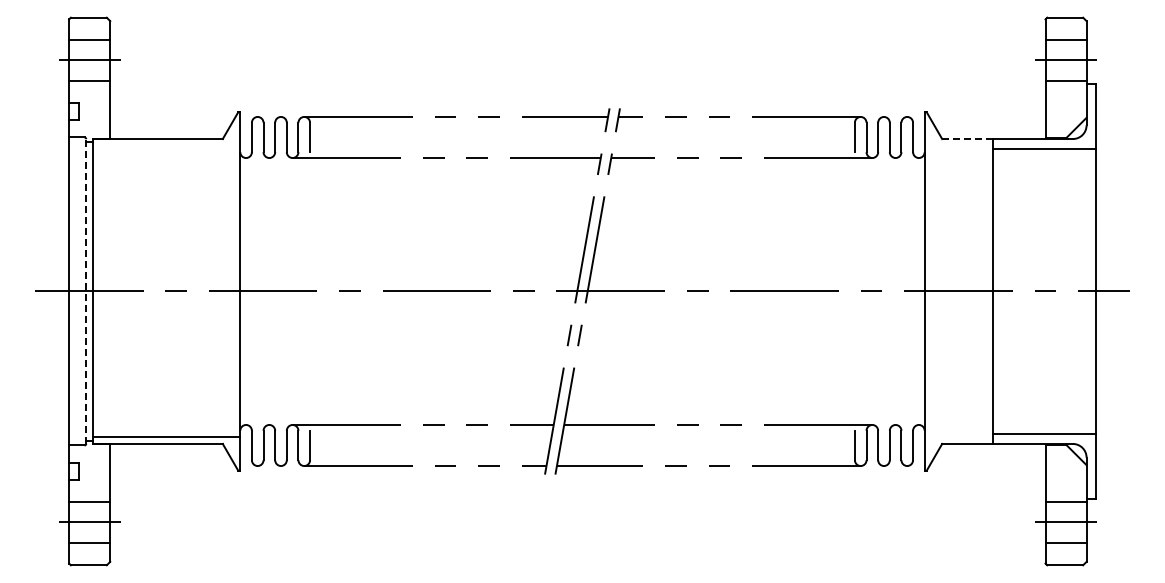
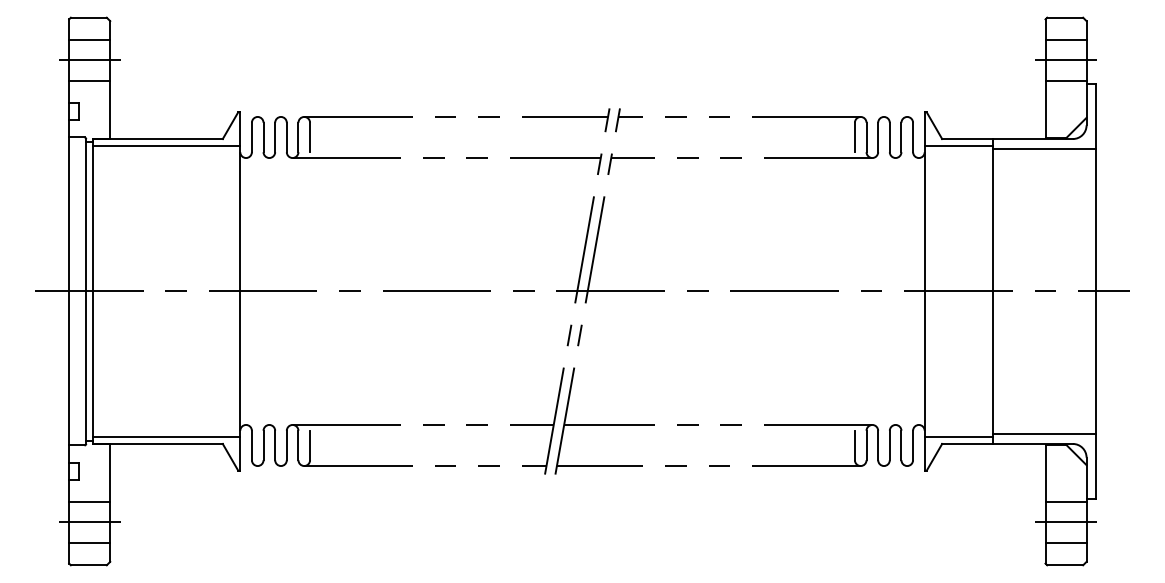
line at (967, 139): dashed -> solid
line at (166, 145): none -> present
line at (958, 145): none -> present
line at (86, 291): dashed -> solid
line at (958, 437): none -> present
